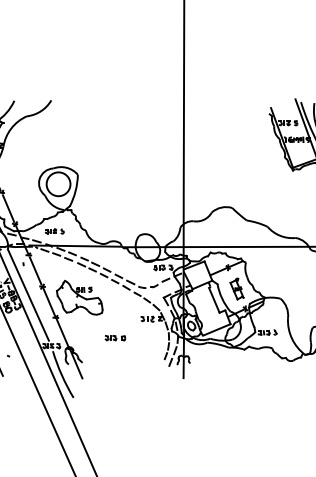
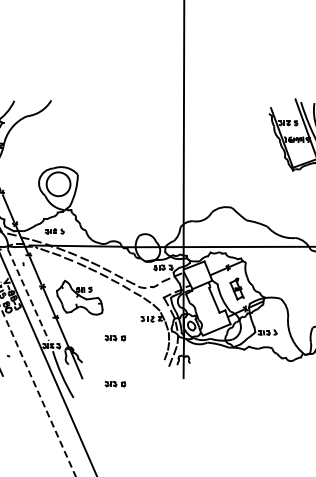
line at (28, 295): solid -> dashed
part at (115, 384): none -> present
line at (38, 391): solid -> dashed
